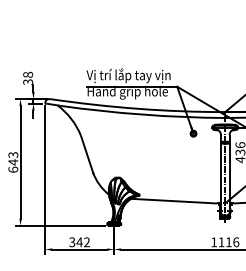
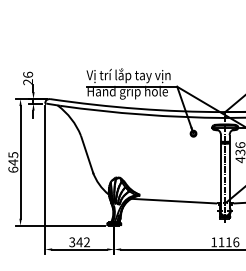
text at (28, 78): 38 -> 26
text at (12, 154): 643 -> 645
